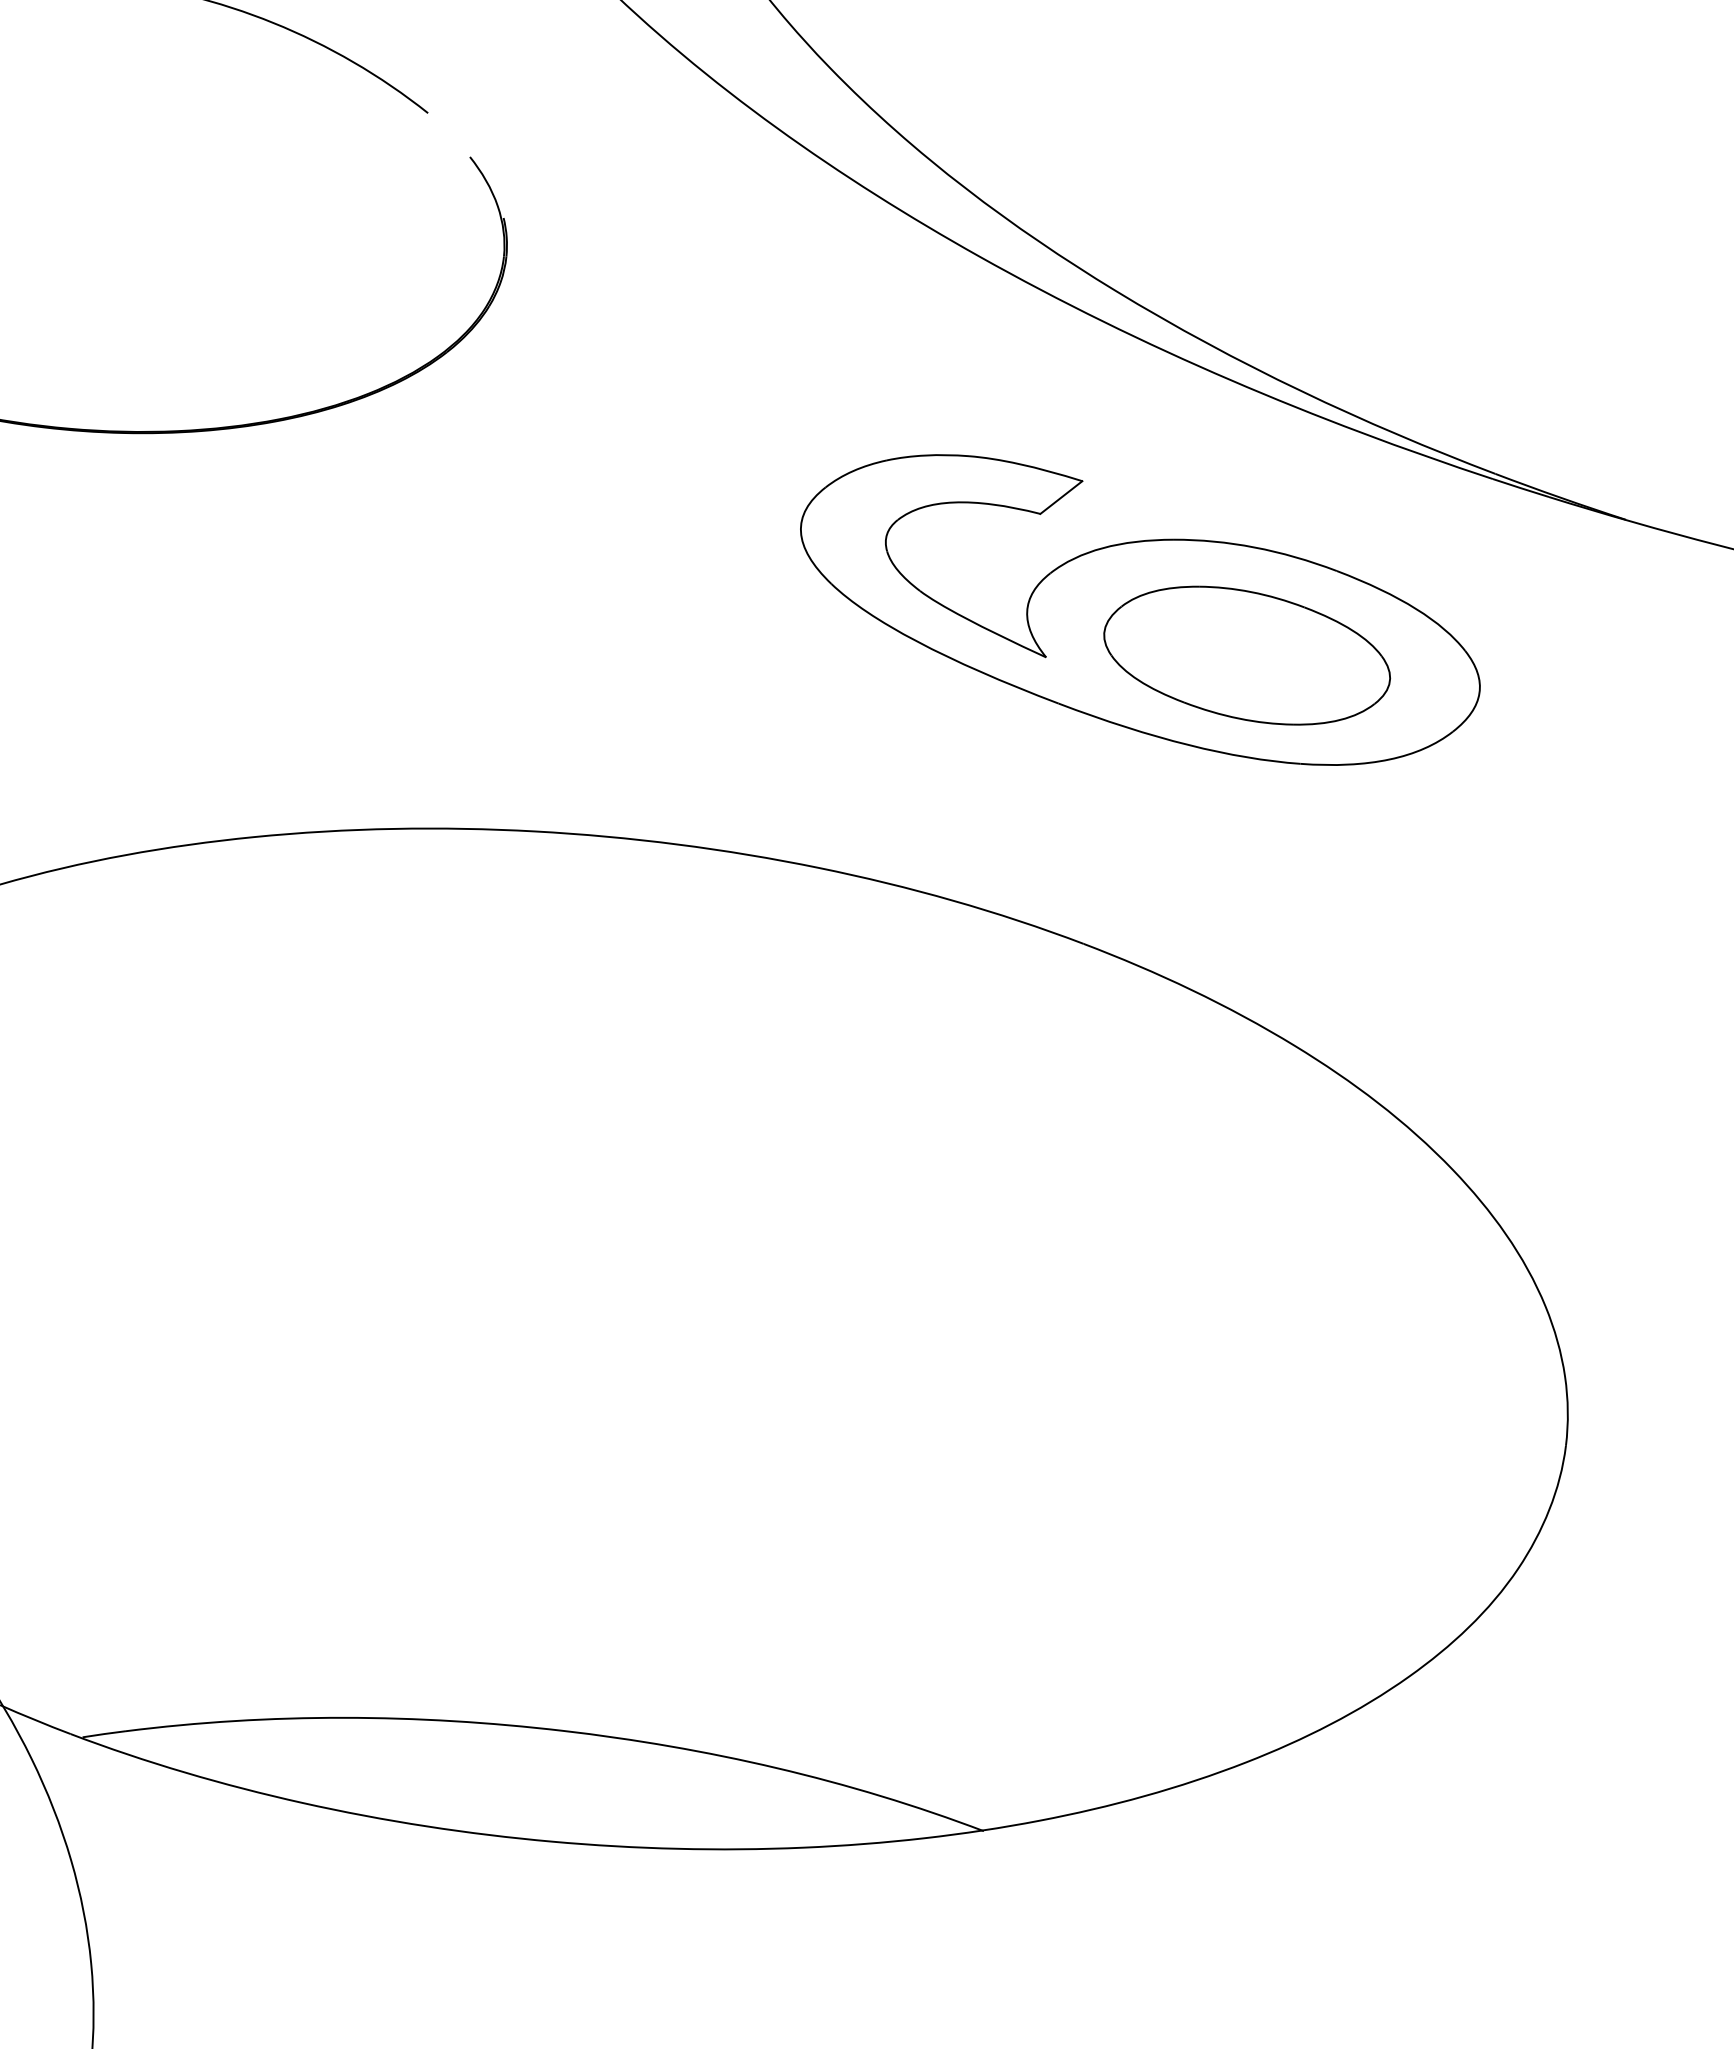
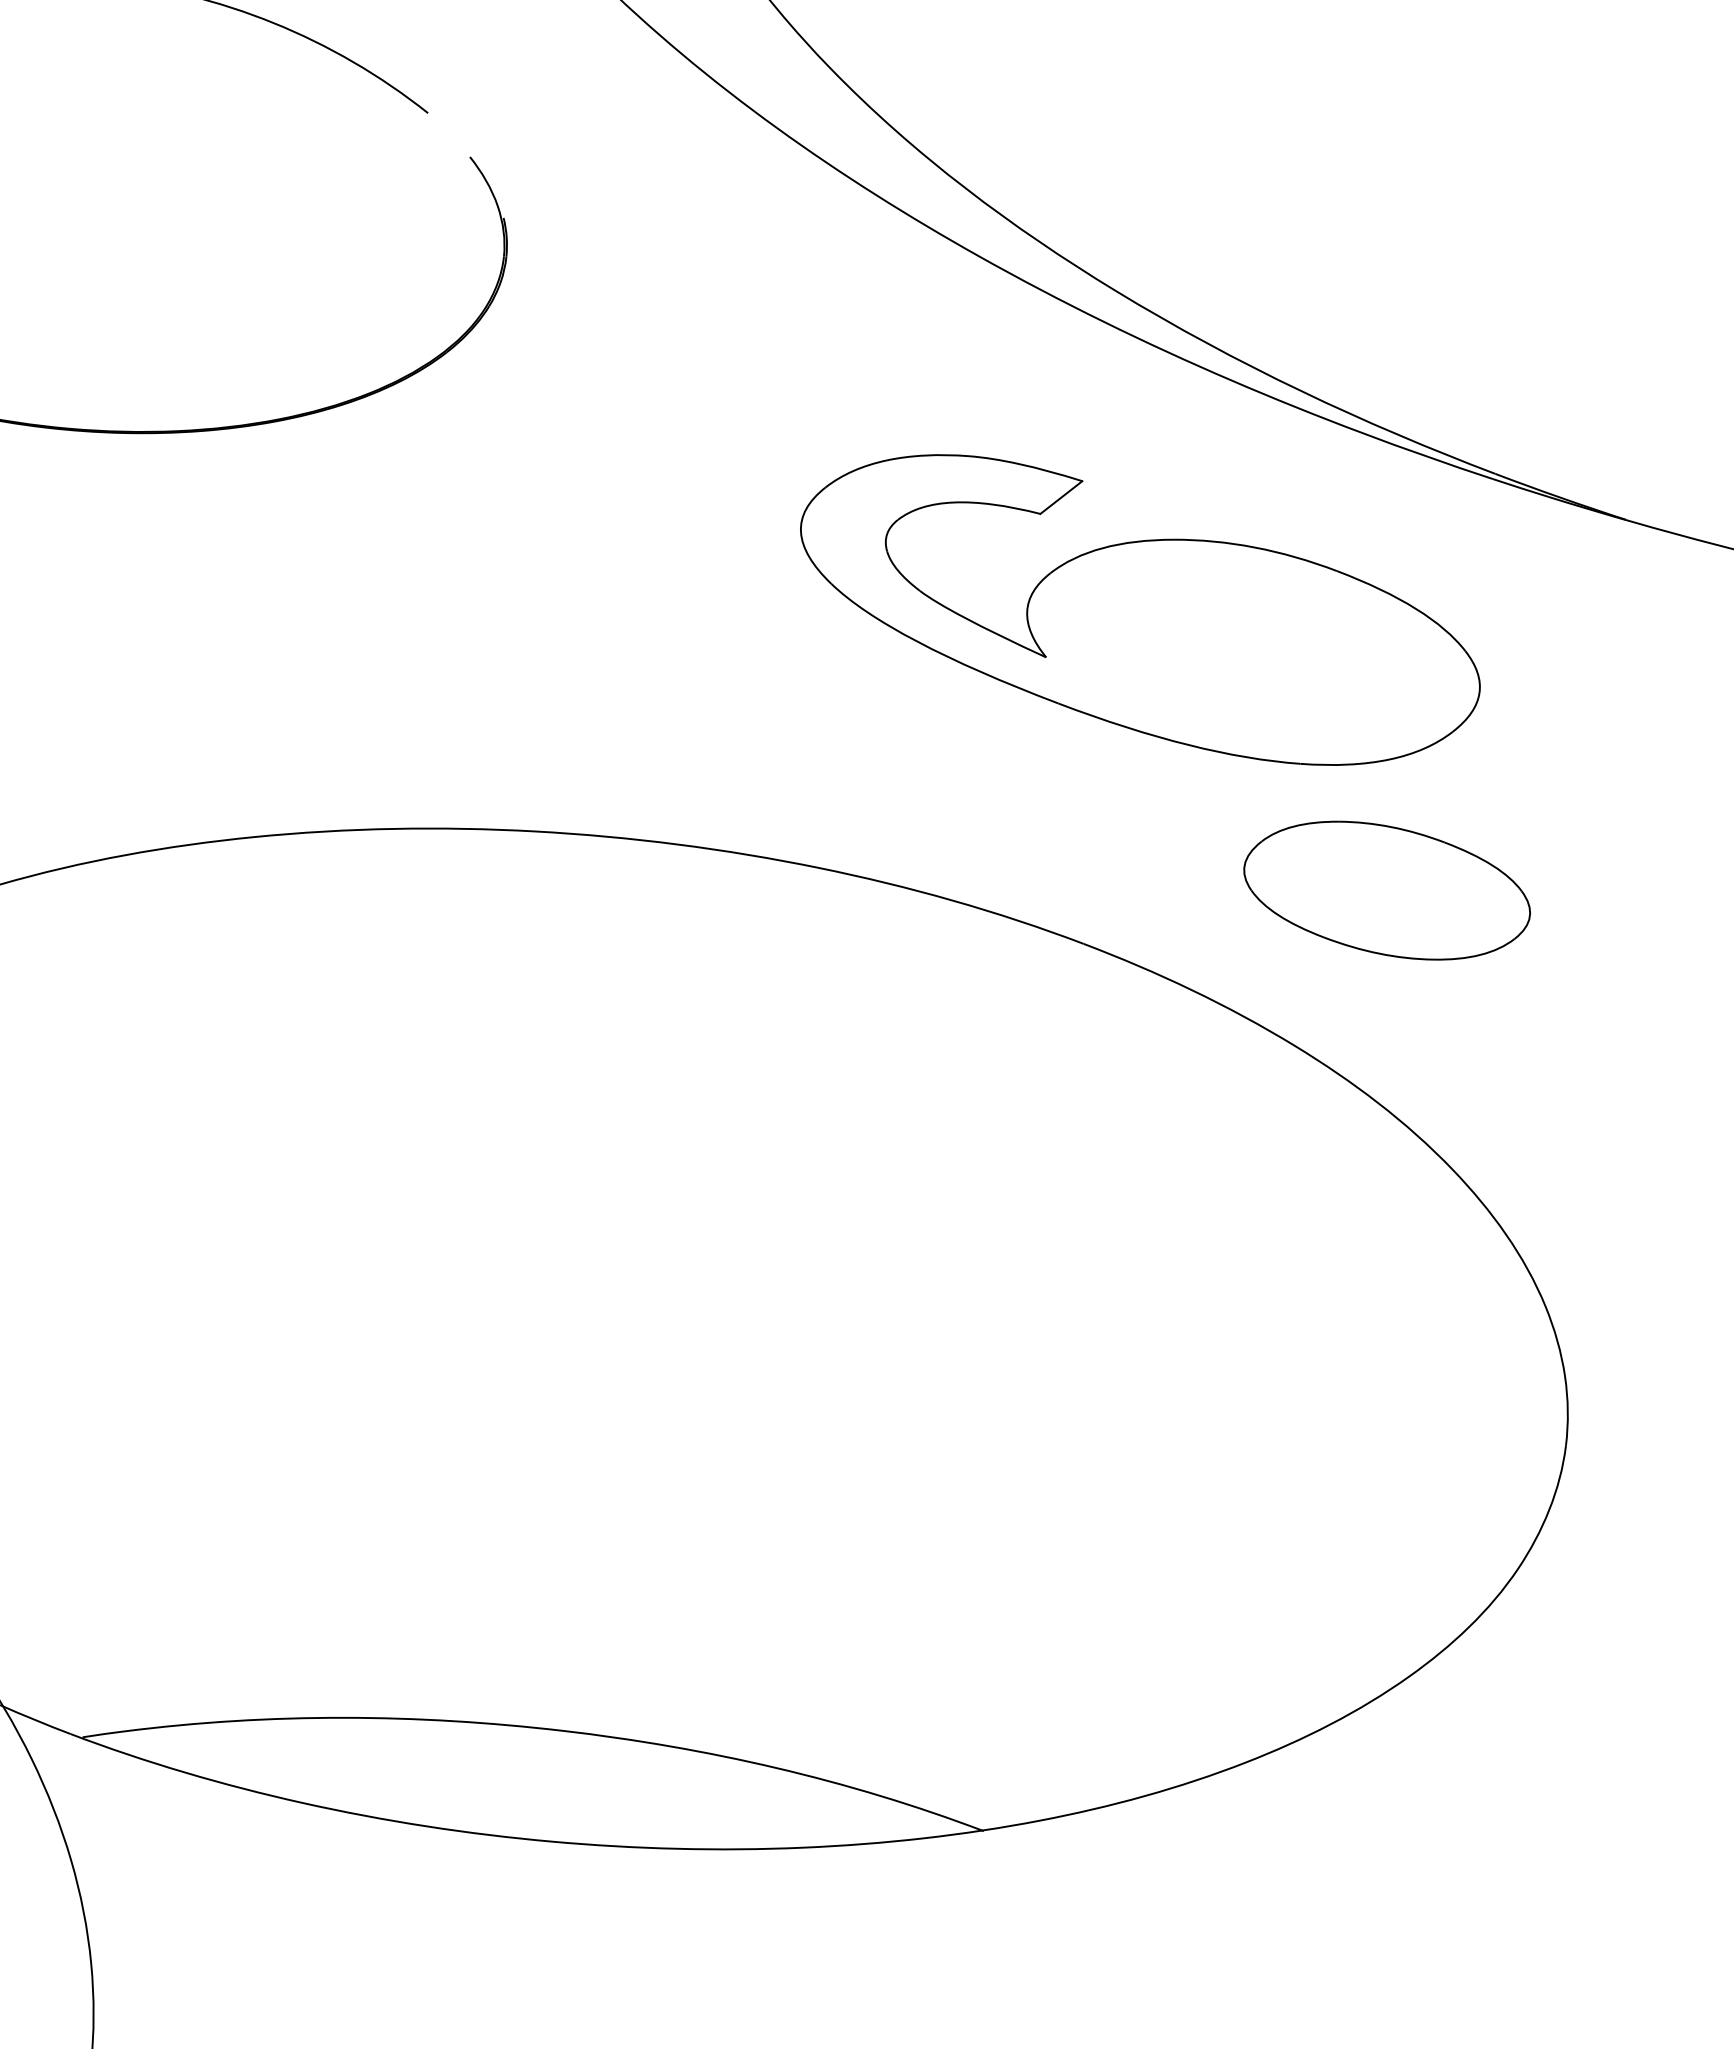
part at (1247, 655) position: (1247, 655) -> (1387, 890)
